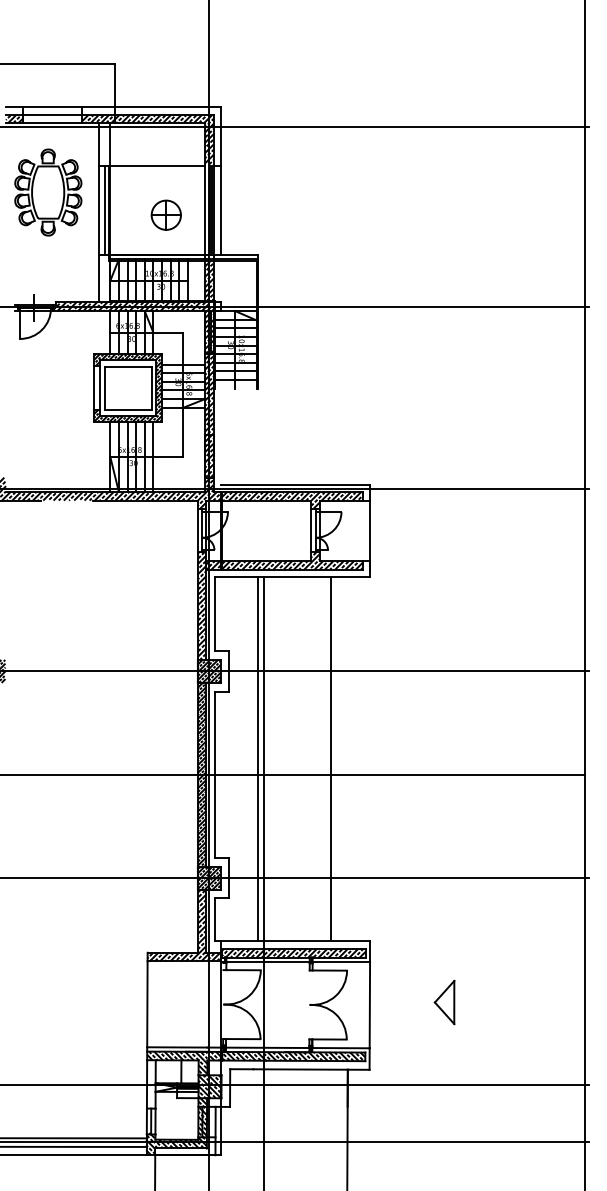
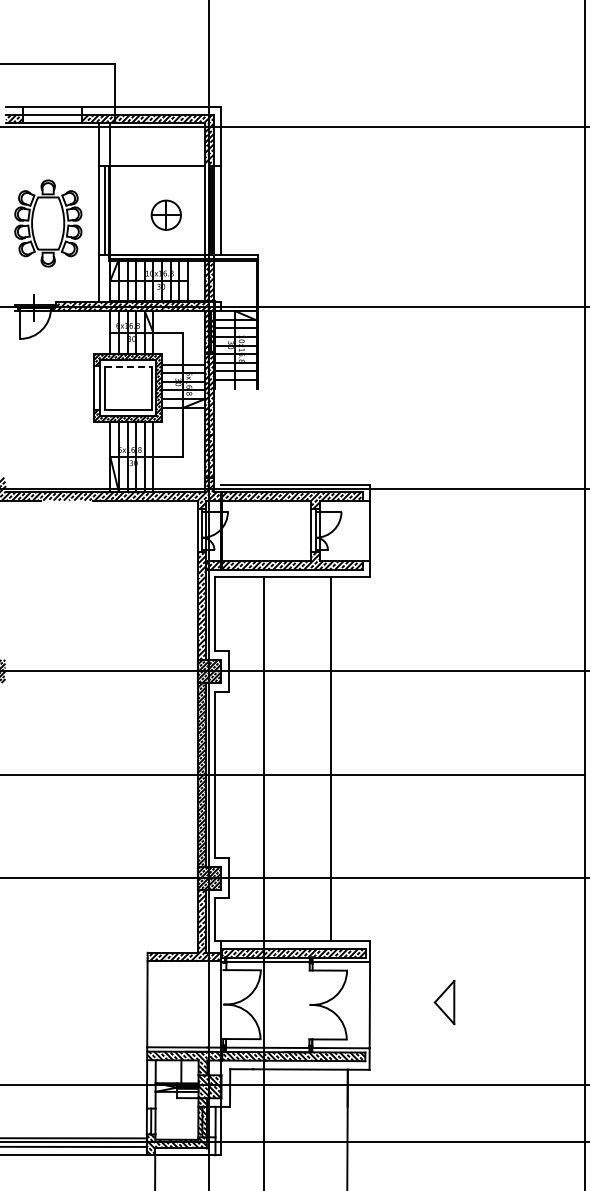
part at (48, 192) position: (48, 192) -> (48, 223)
line at (128, 367): solid -> dashed
line at (258, 758): present -> none
